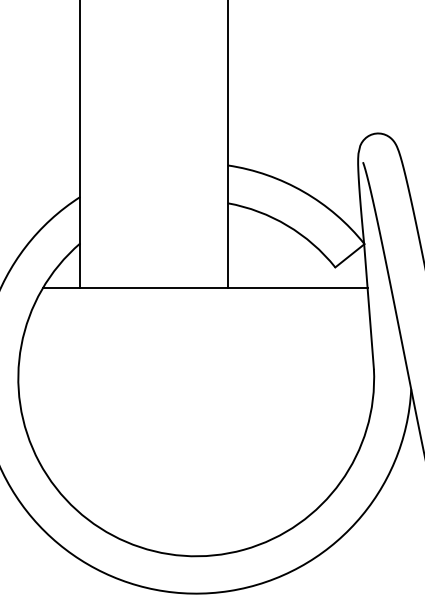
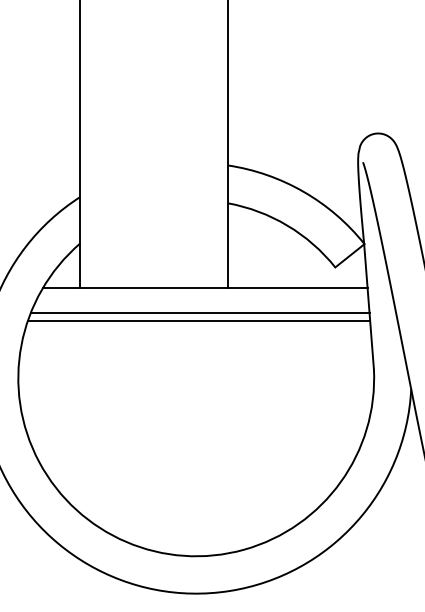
line at (199, 312): none -> present
line at (198, 321): none -> present
